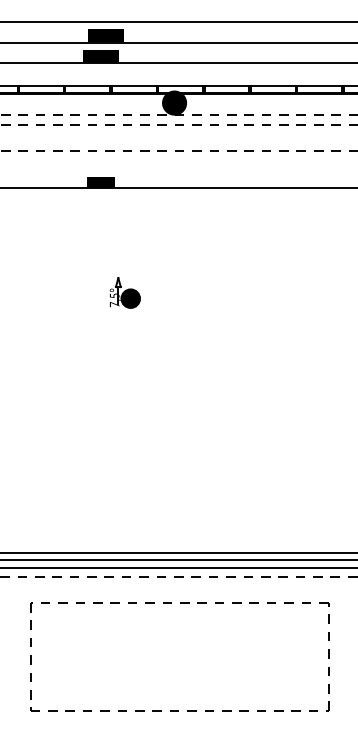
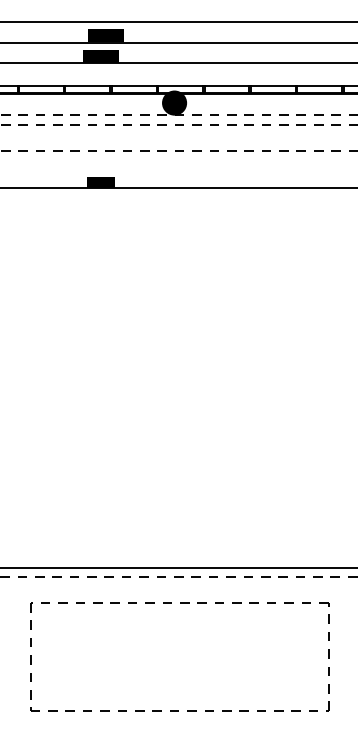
part at (124, 292): present -> none
line at (178, 552): present -> none
line at (178, 560): present -> none
